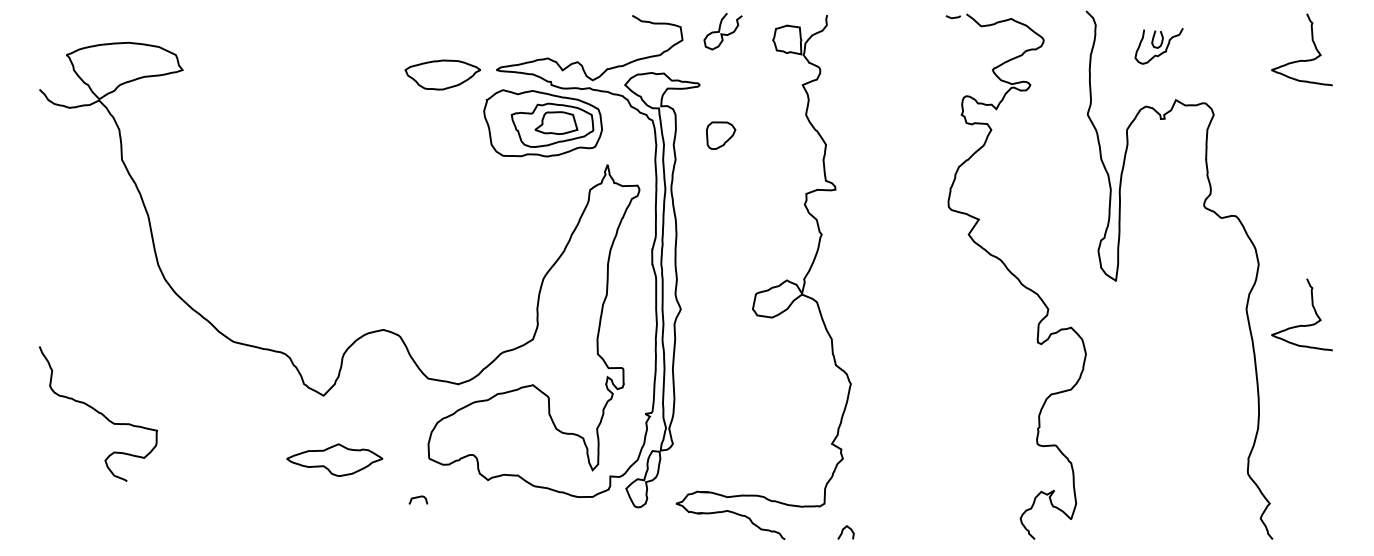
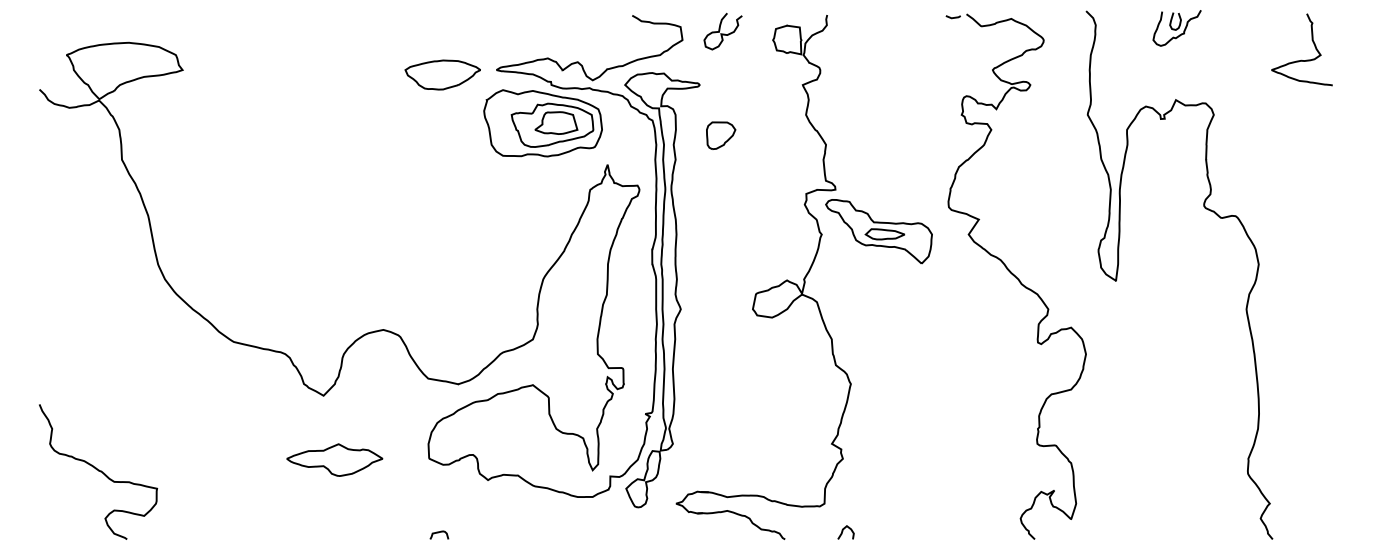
part at (1158, 46) position: (1158, 46) -> (1176, 28)
part at (878, 231): none -> present
curve at (1301, 324): present -> none
curve at (98, 413) position: (98, 413) -> (98, 471)
curve at (417, 498) position: (417, 498) -> (438, 533)
